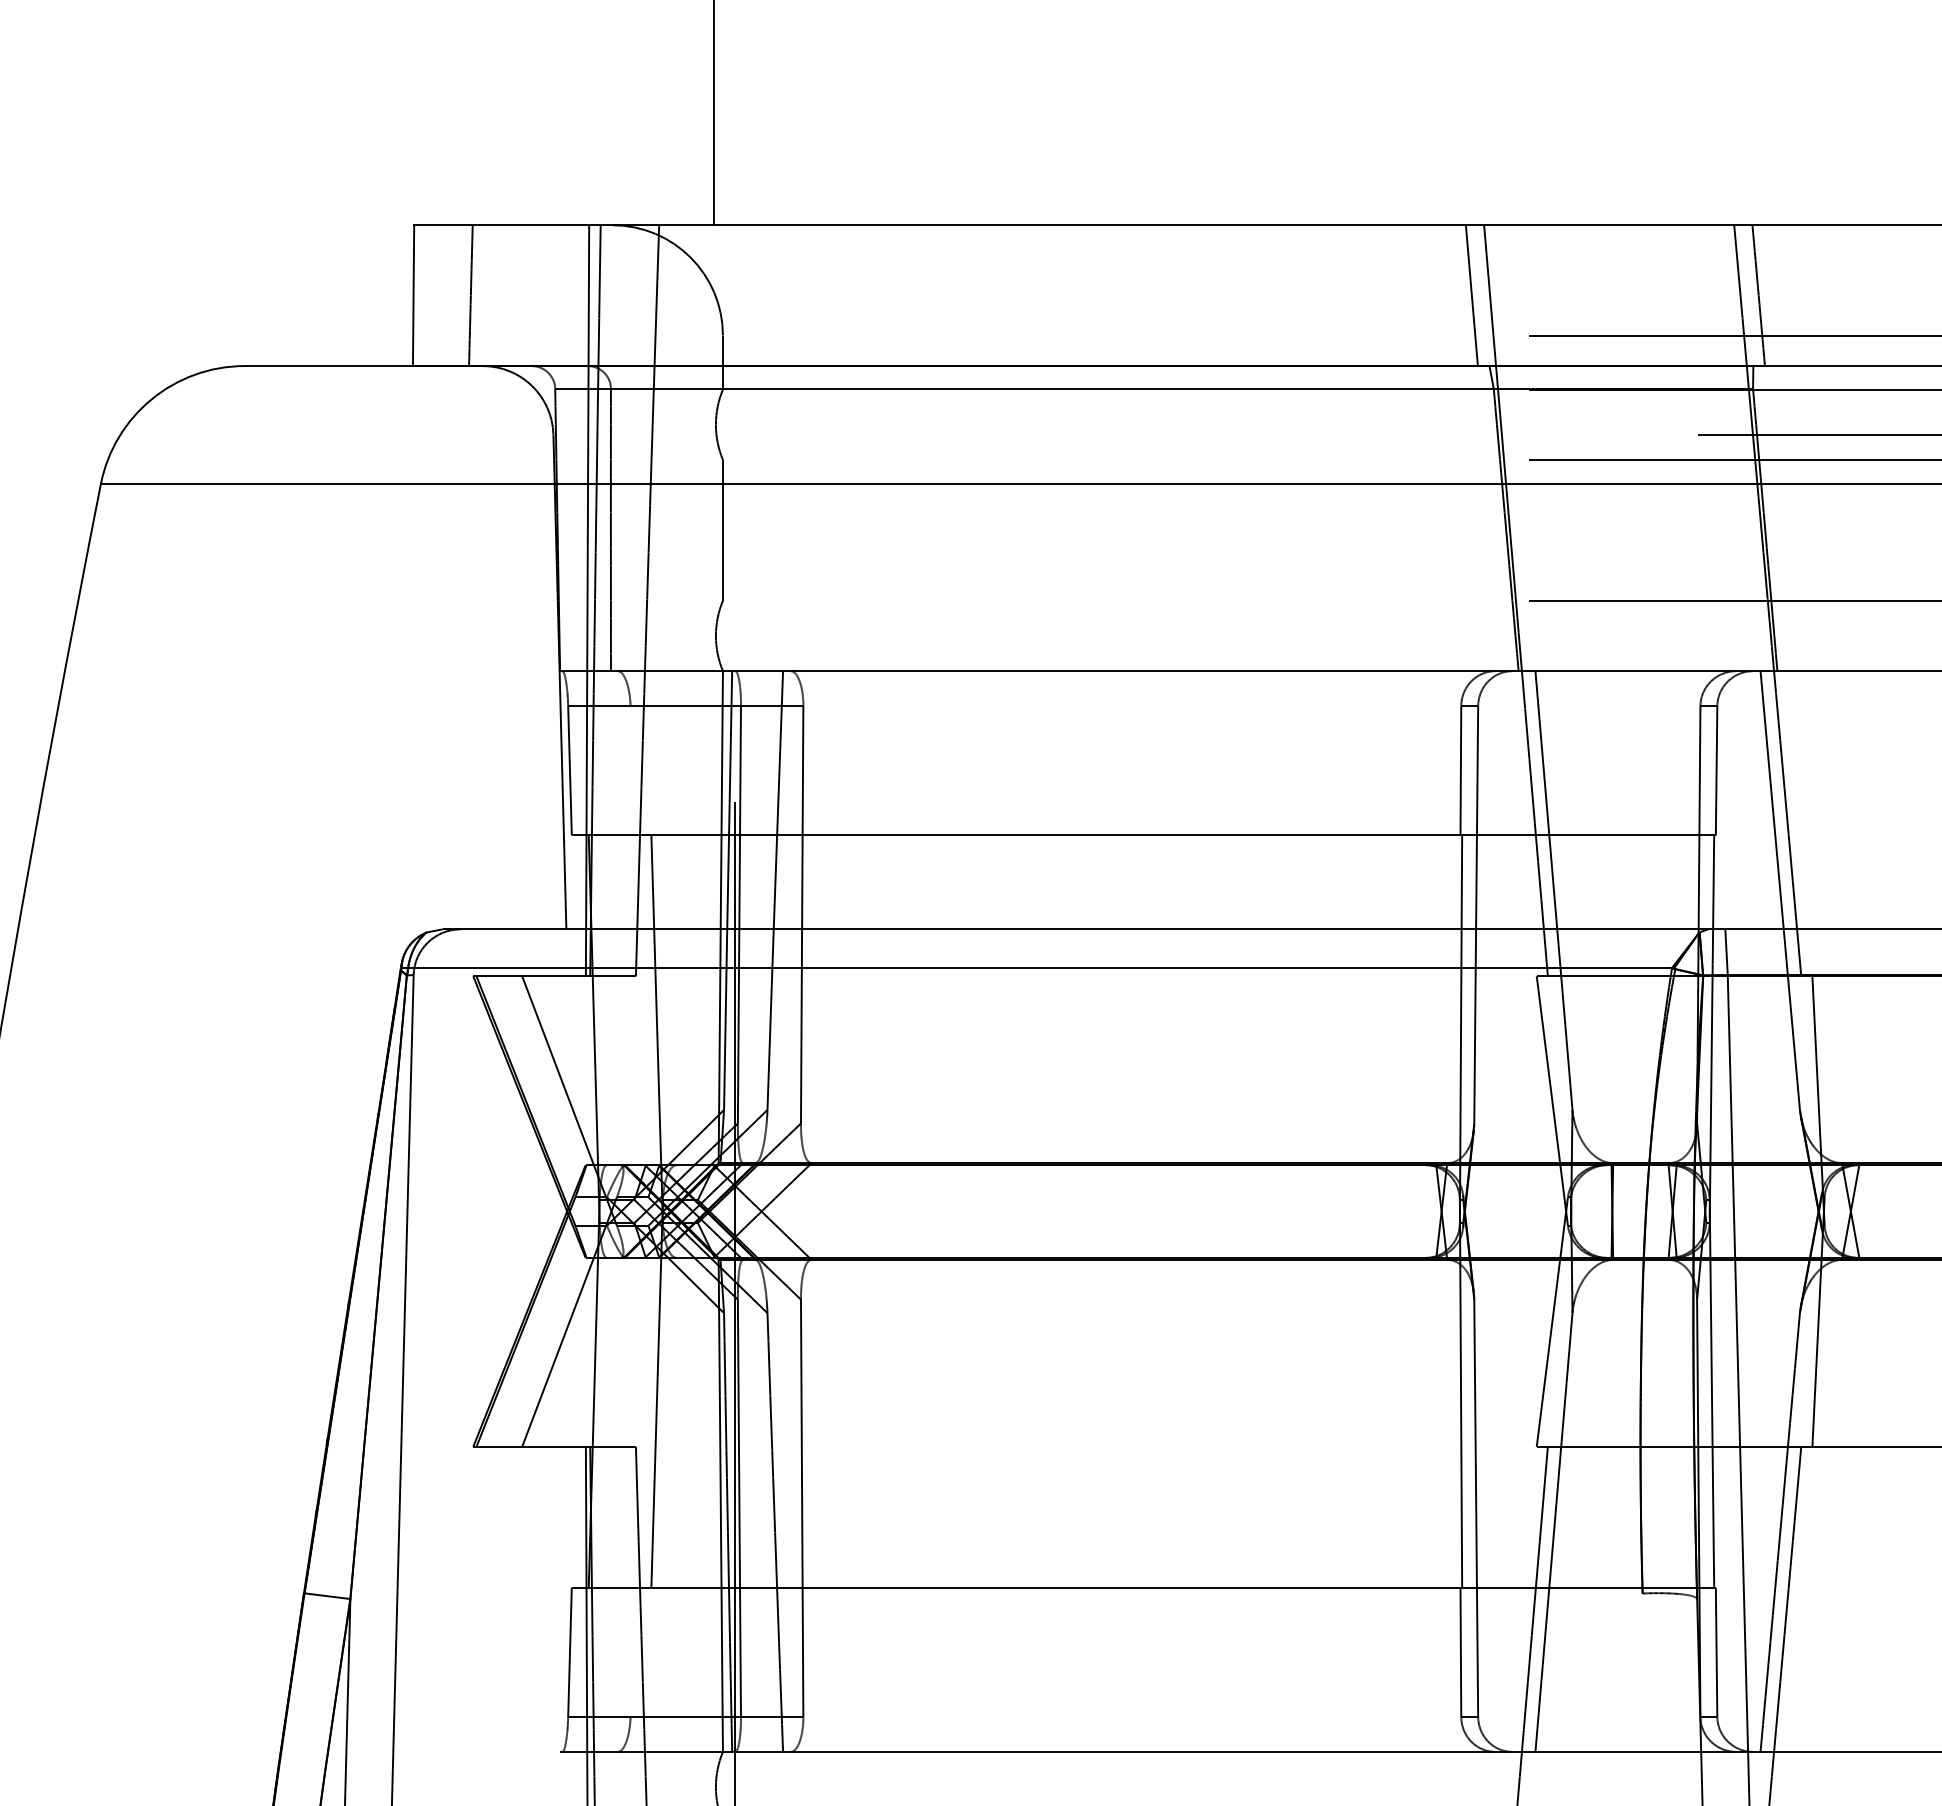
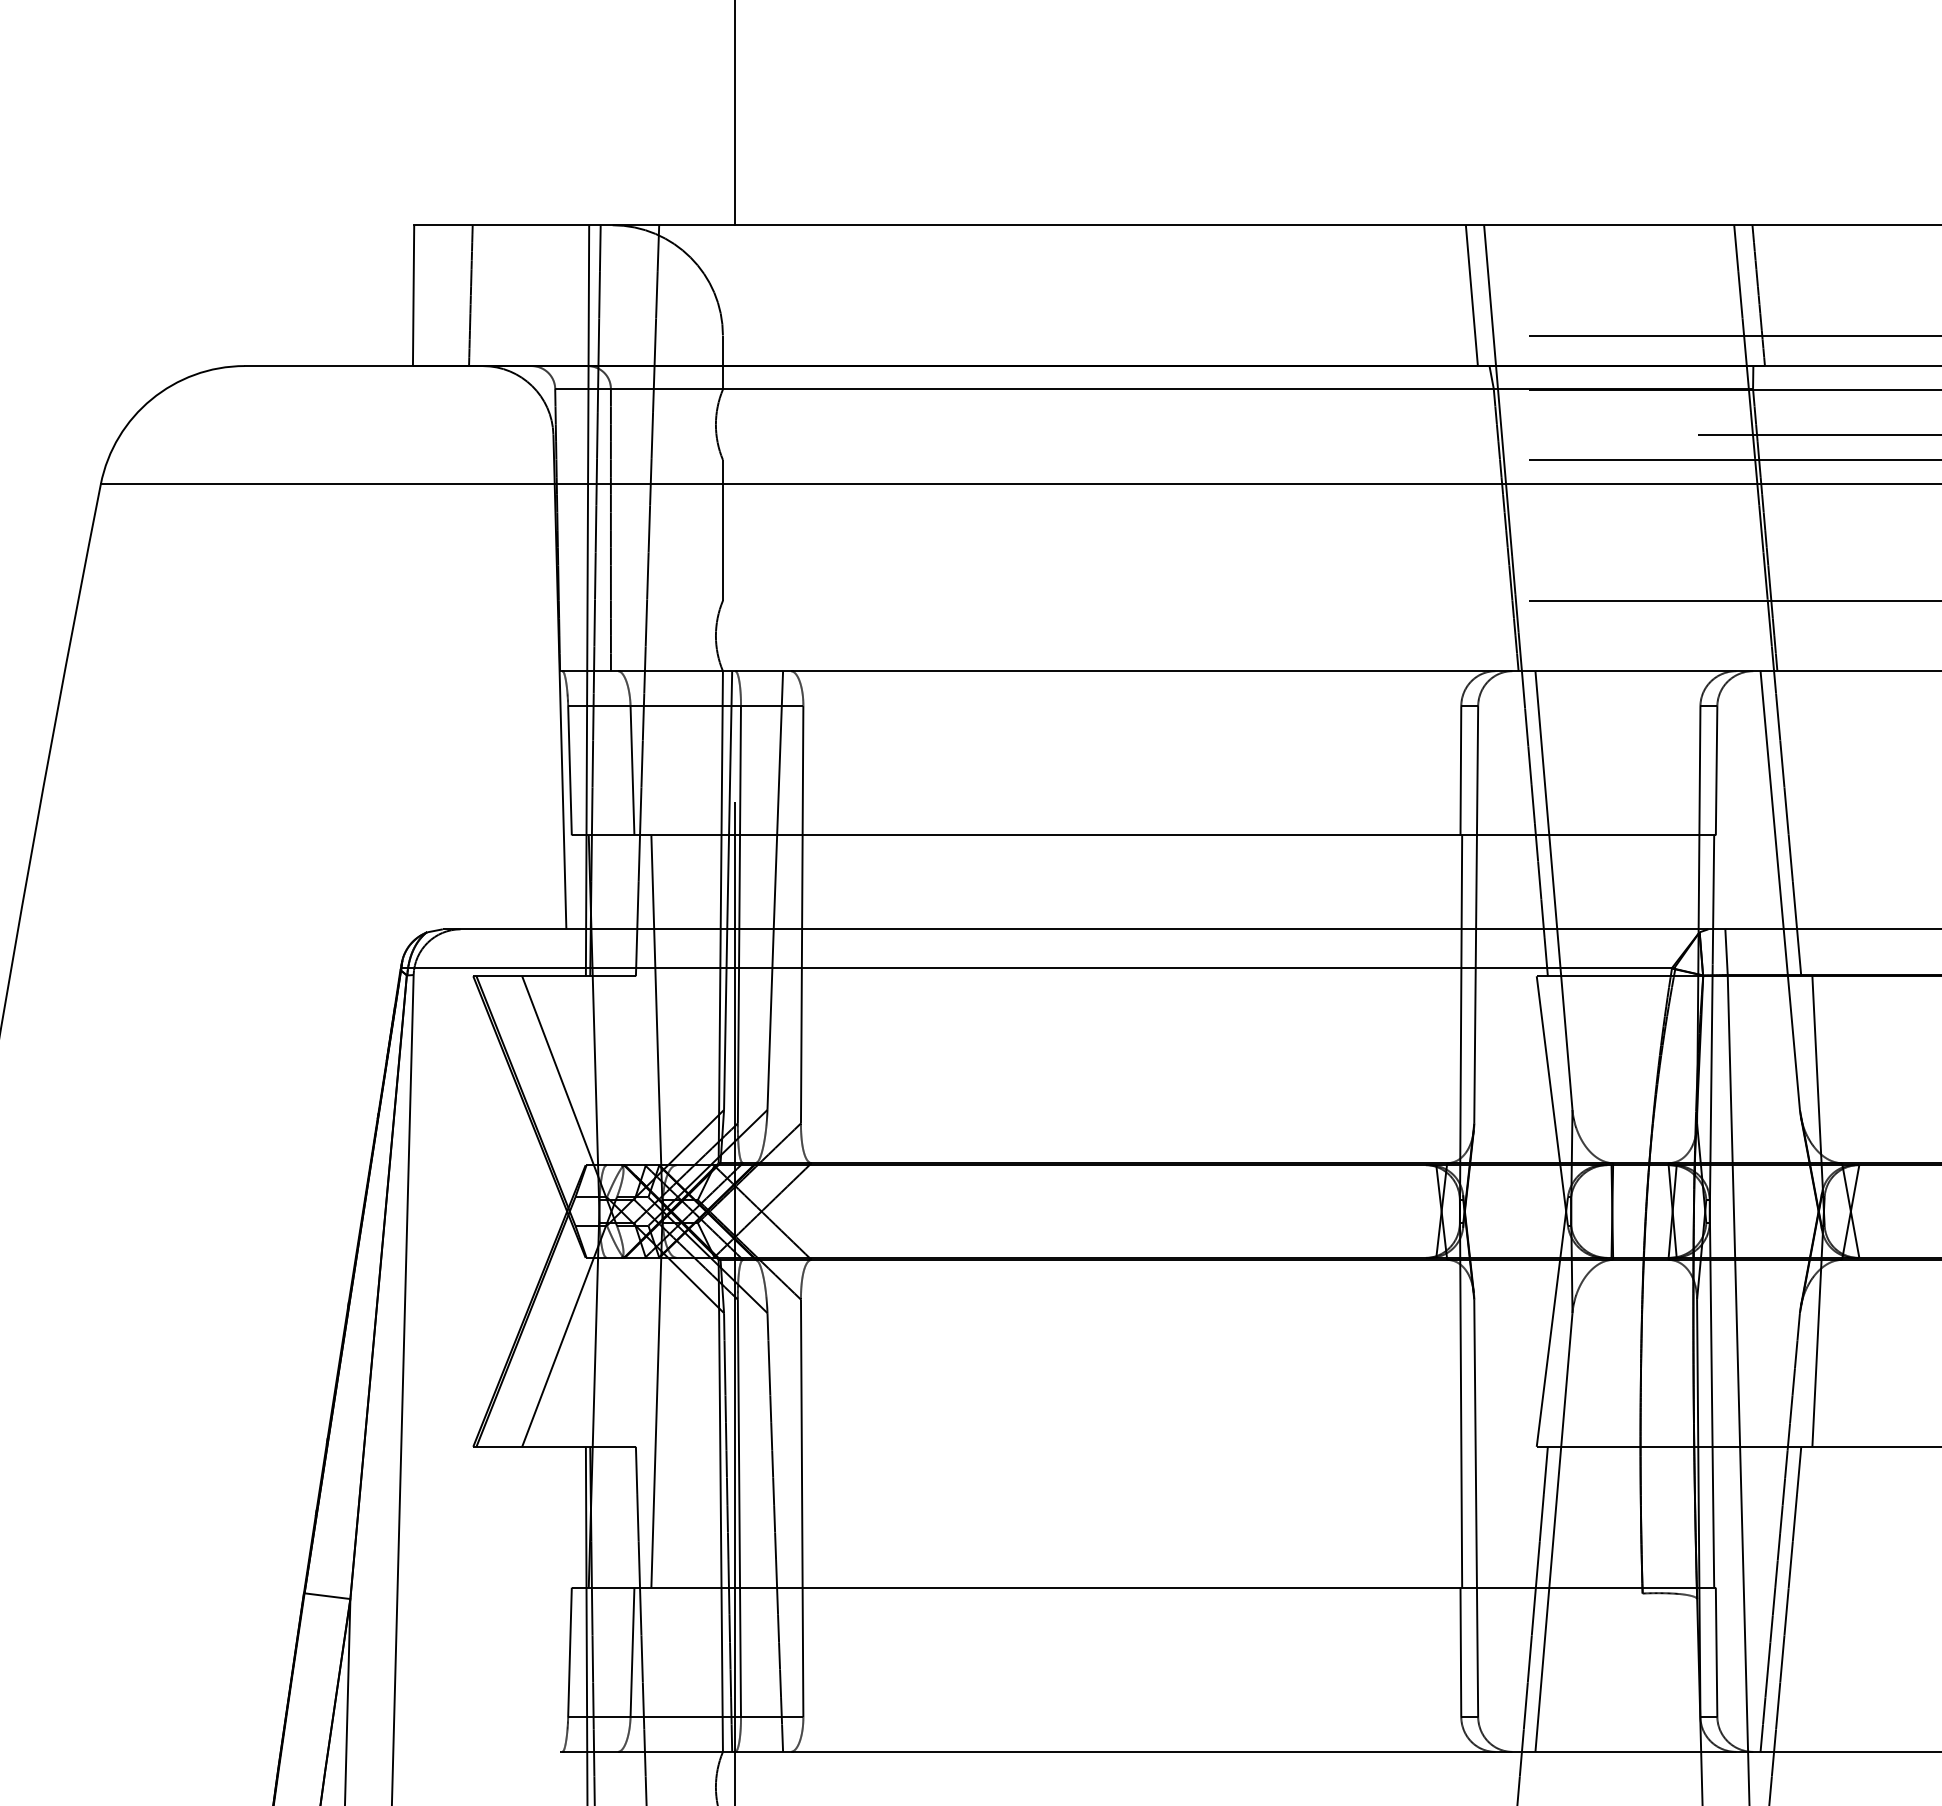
line at (713, 113) position: (713, 113) -> (734, 113)
line at (632, 770): none -> present
line at (632, 1652): none -> present
